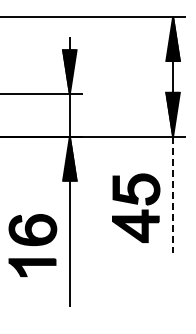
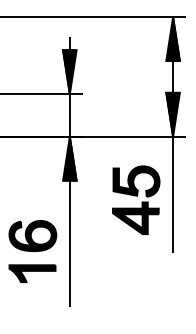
line at (173, 194): dashed -> solid
part at (136, 207) position: (136, 207) -> (136, 199)
part at (32, 245) position: (32, 245) -> (32, 251)
